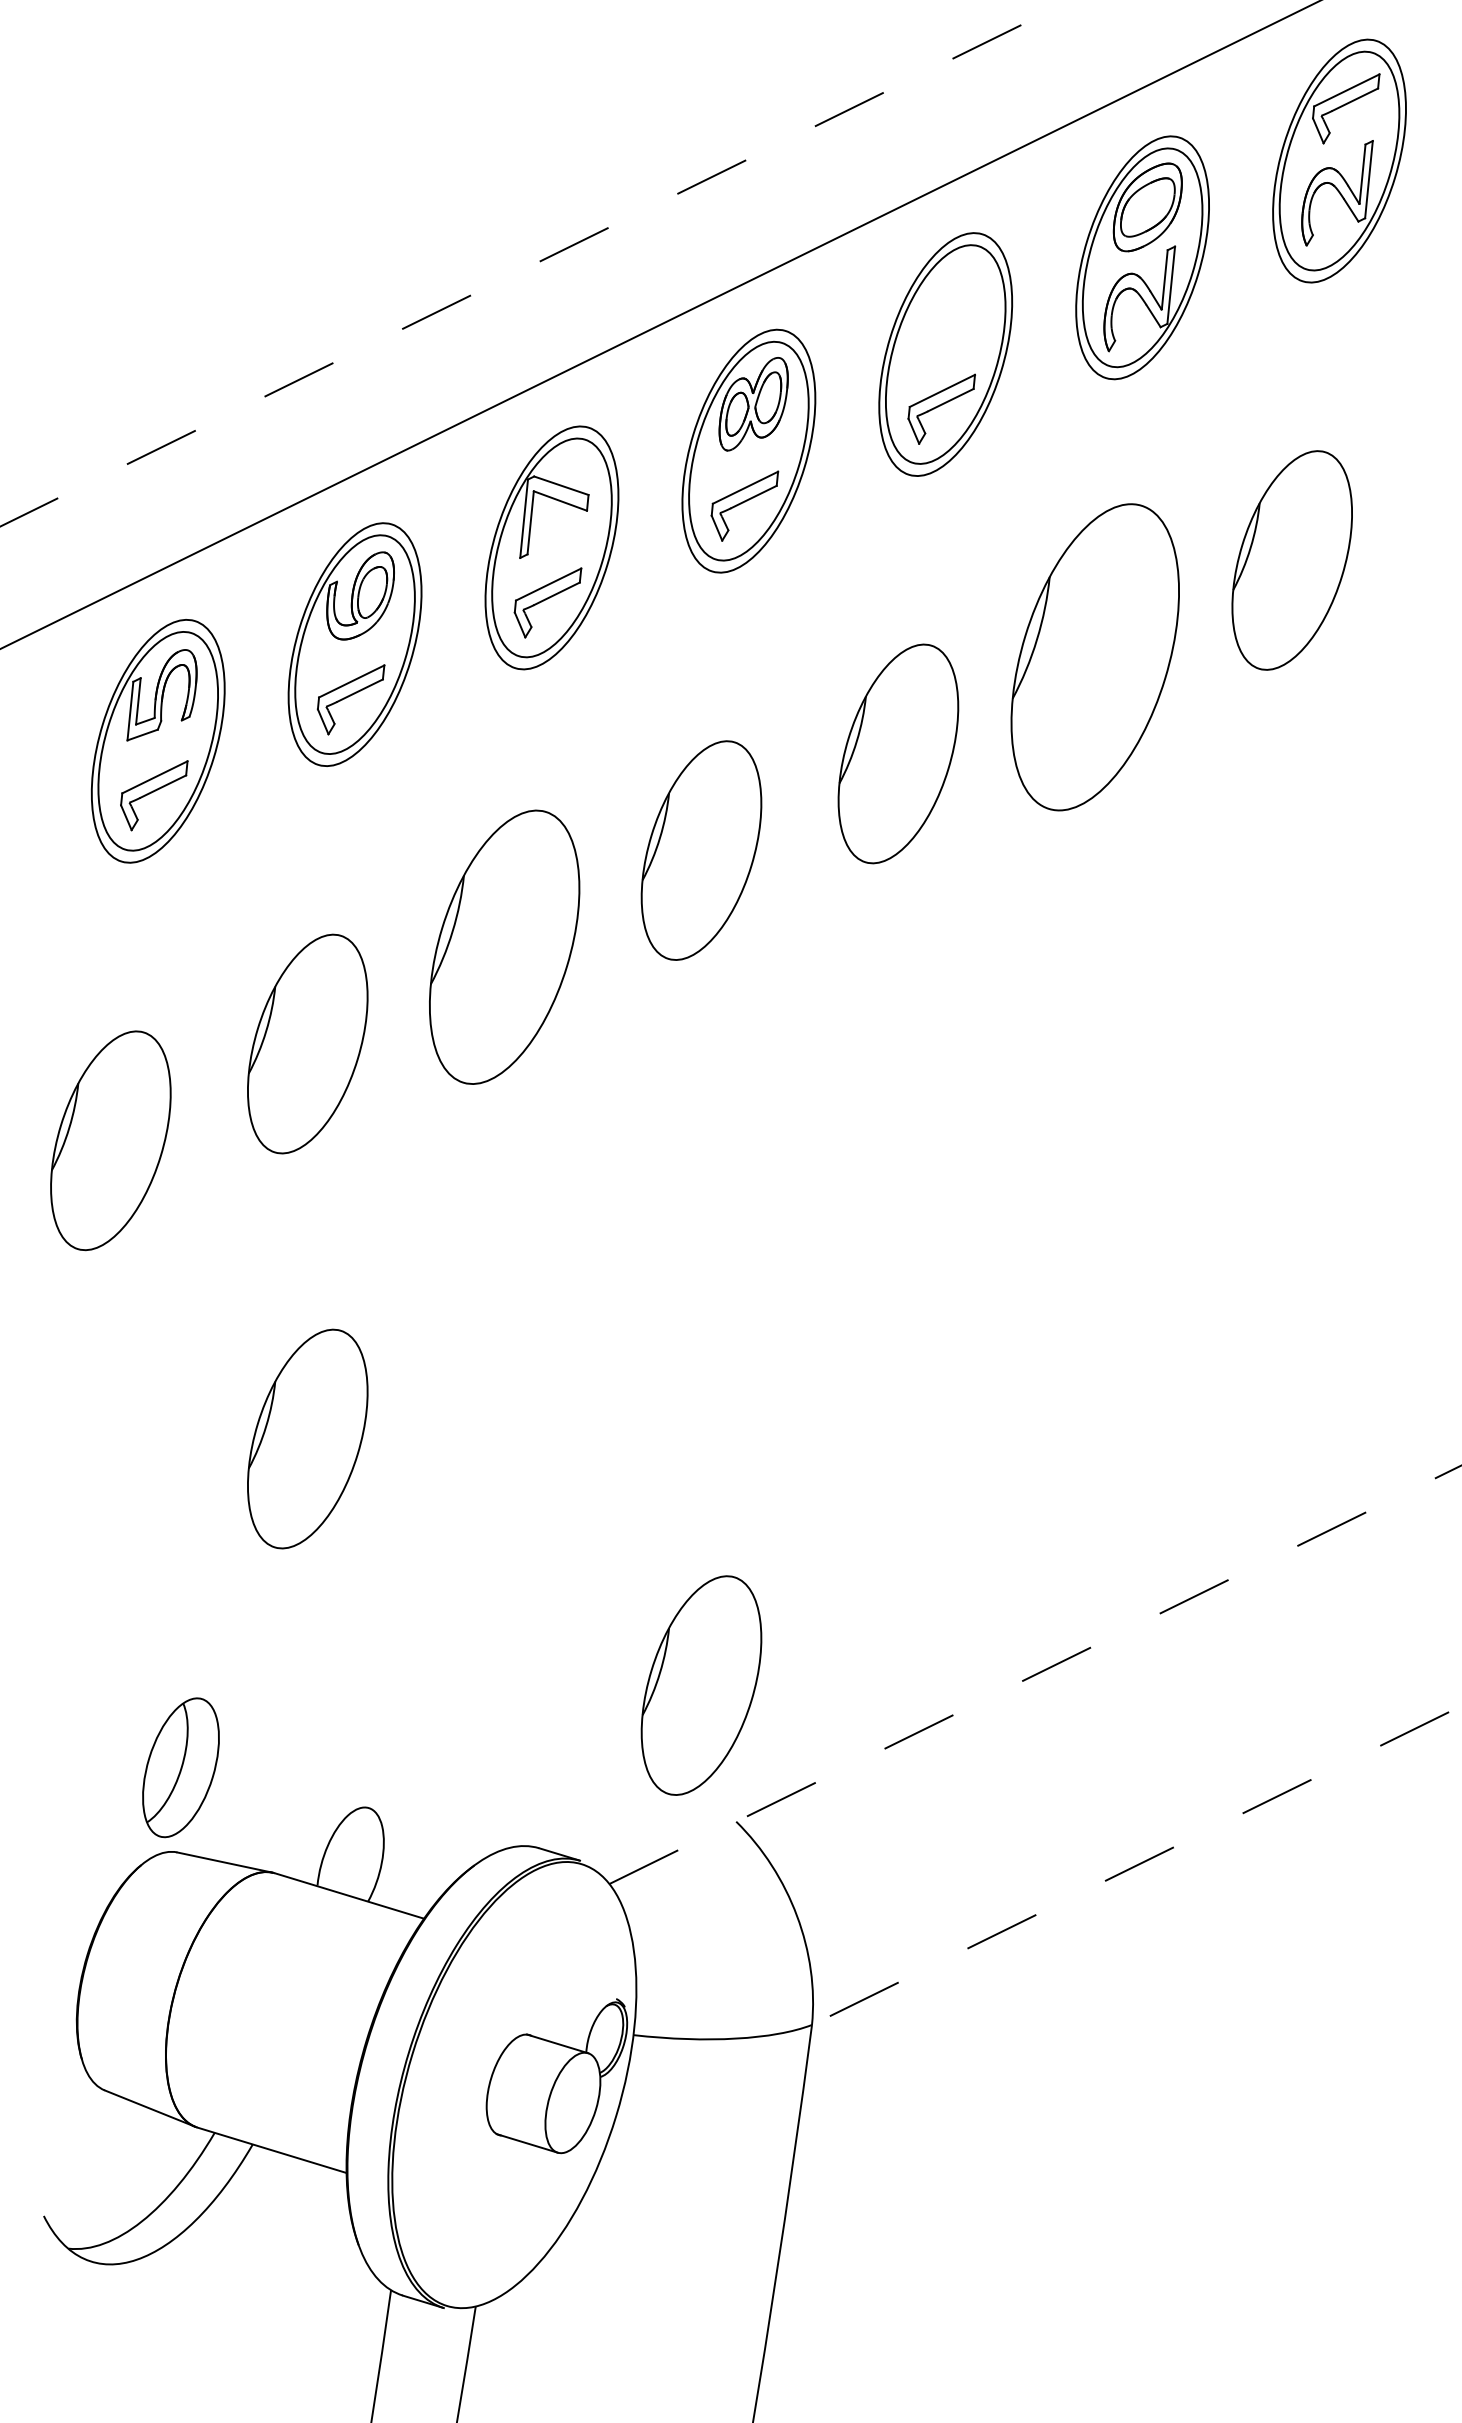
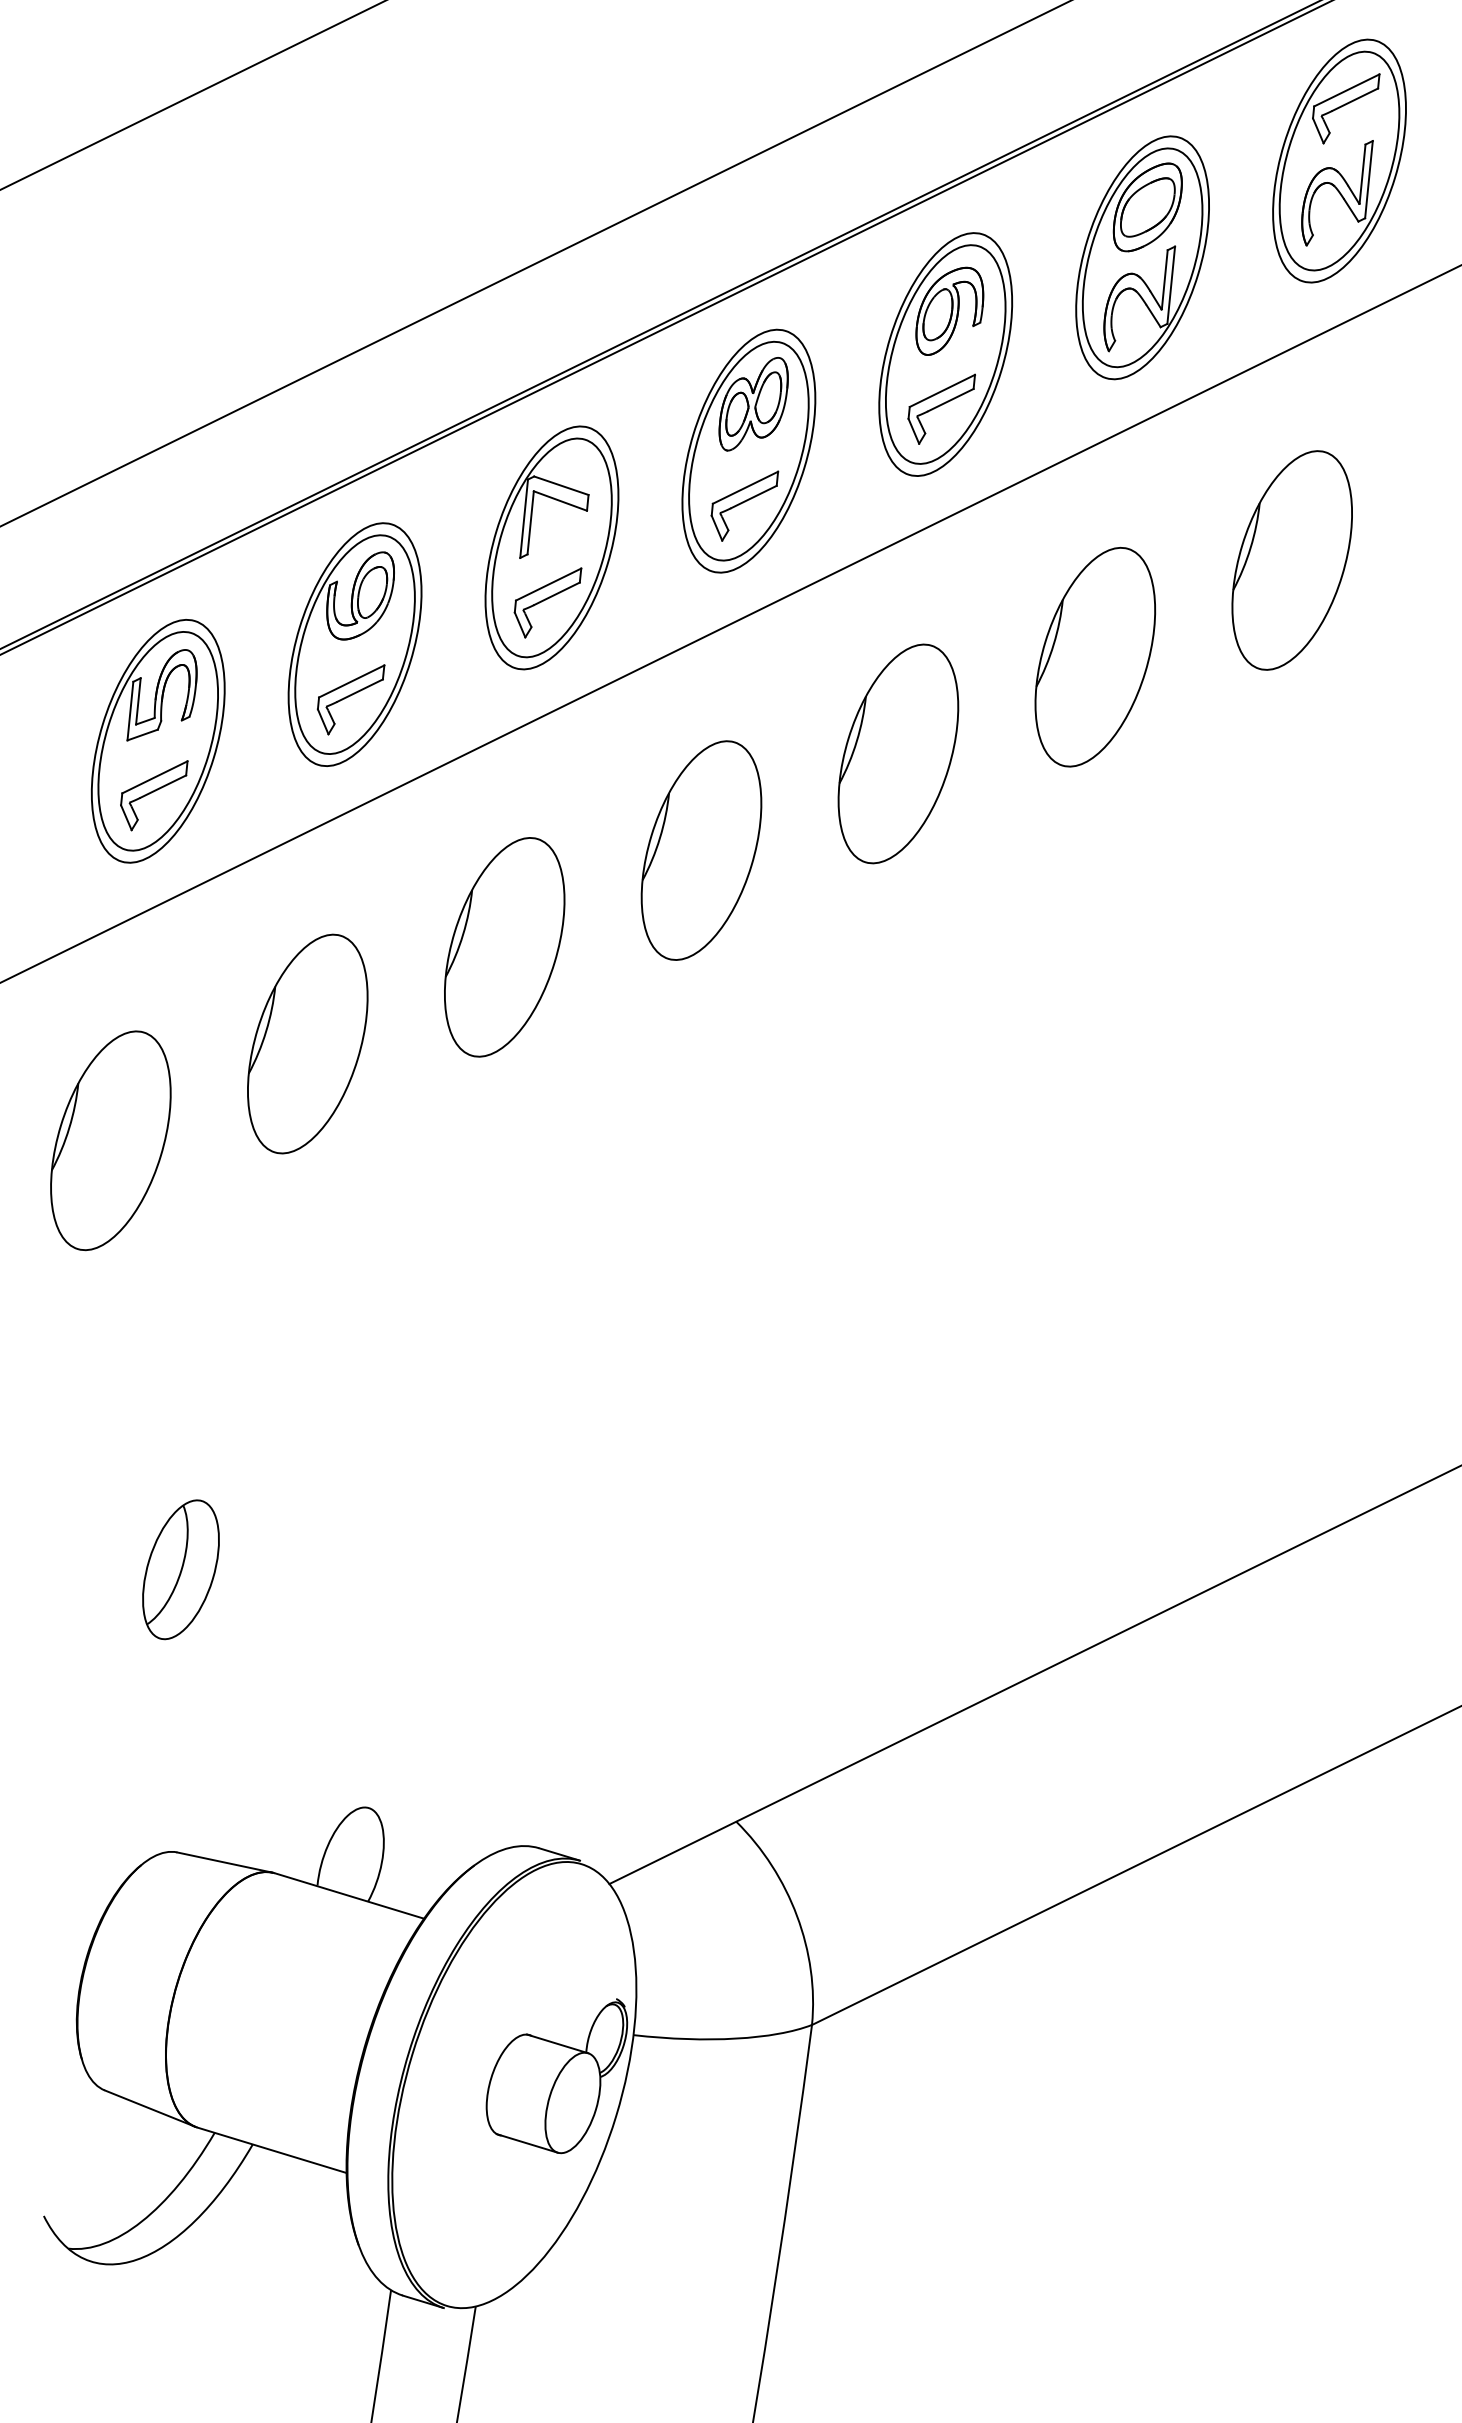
line at (192, 95): none -> present
line at (536, 263): dashed -> solid
part at (949, 310): none -> present
line at (665, 327): none -> present
line at (730, 623): none -> present
part at (1094, 657) size: 170x309 px -> 123x222 px
part at (504, 946) size: 152x276 px -> 122x221 px
part at (307, 1438): present -> none
line at (1035, 1674): dashed -> solid
part at (701, 1685): present -> none
part at (180, 1767) position: (180, 1767) -> (180, 1569)
line at (1136, 1865): dashed -> solid
